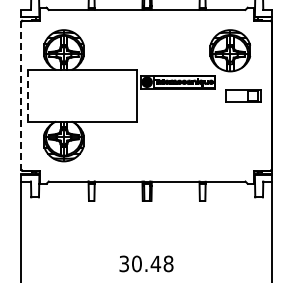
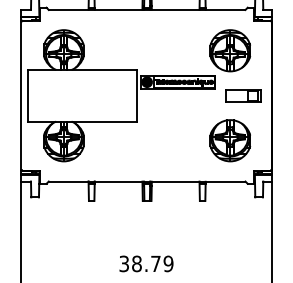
line at (21, 95): dashed -> solid
line at (27, 95): dashed -> solid
part at (230, 140): none -> present
text at (152, 263): 30.48 -> 38.79
